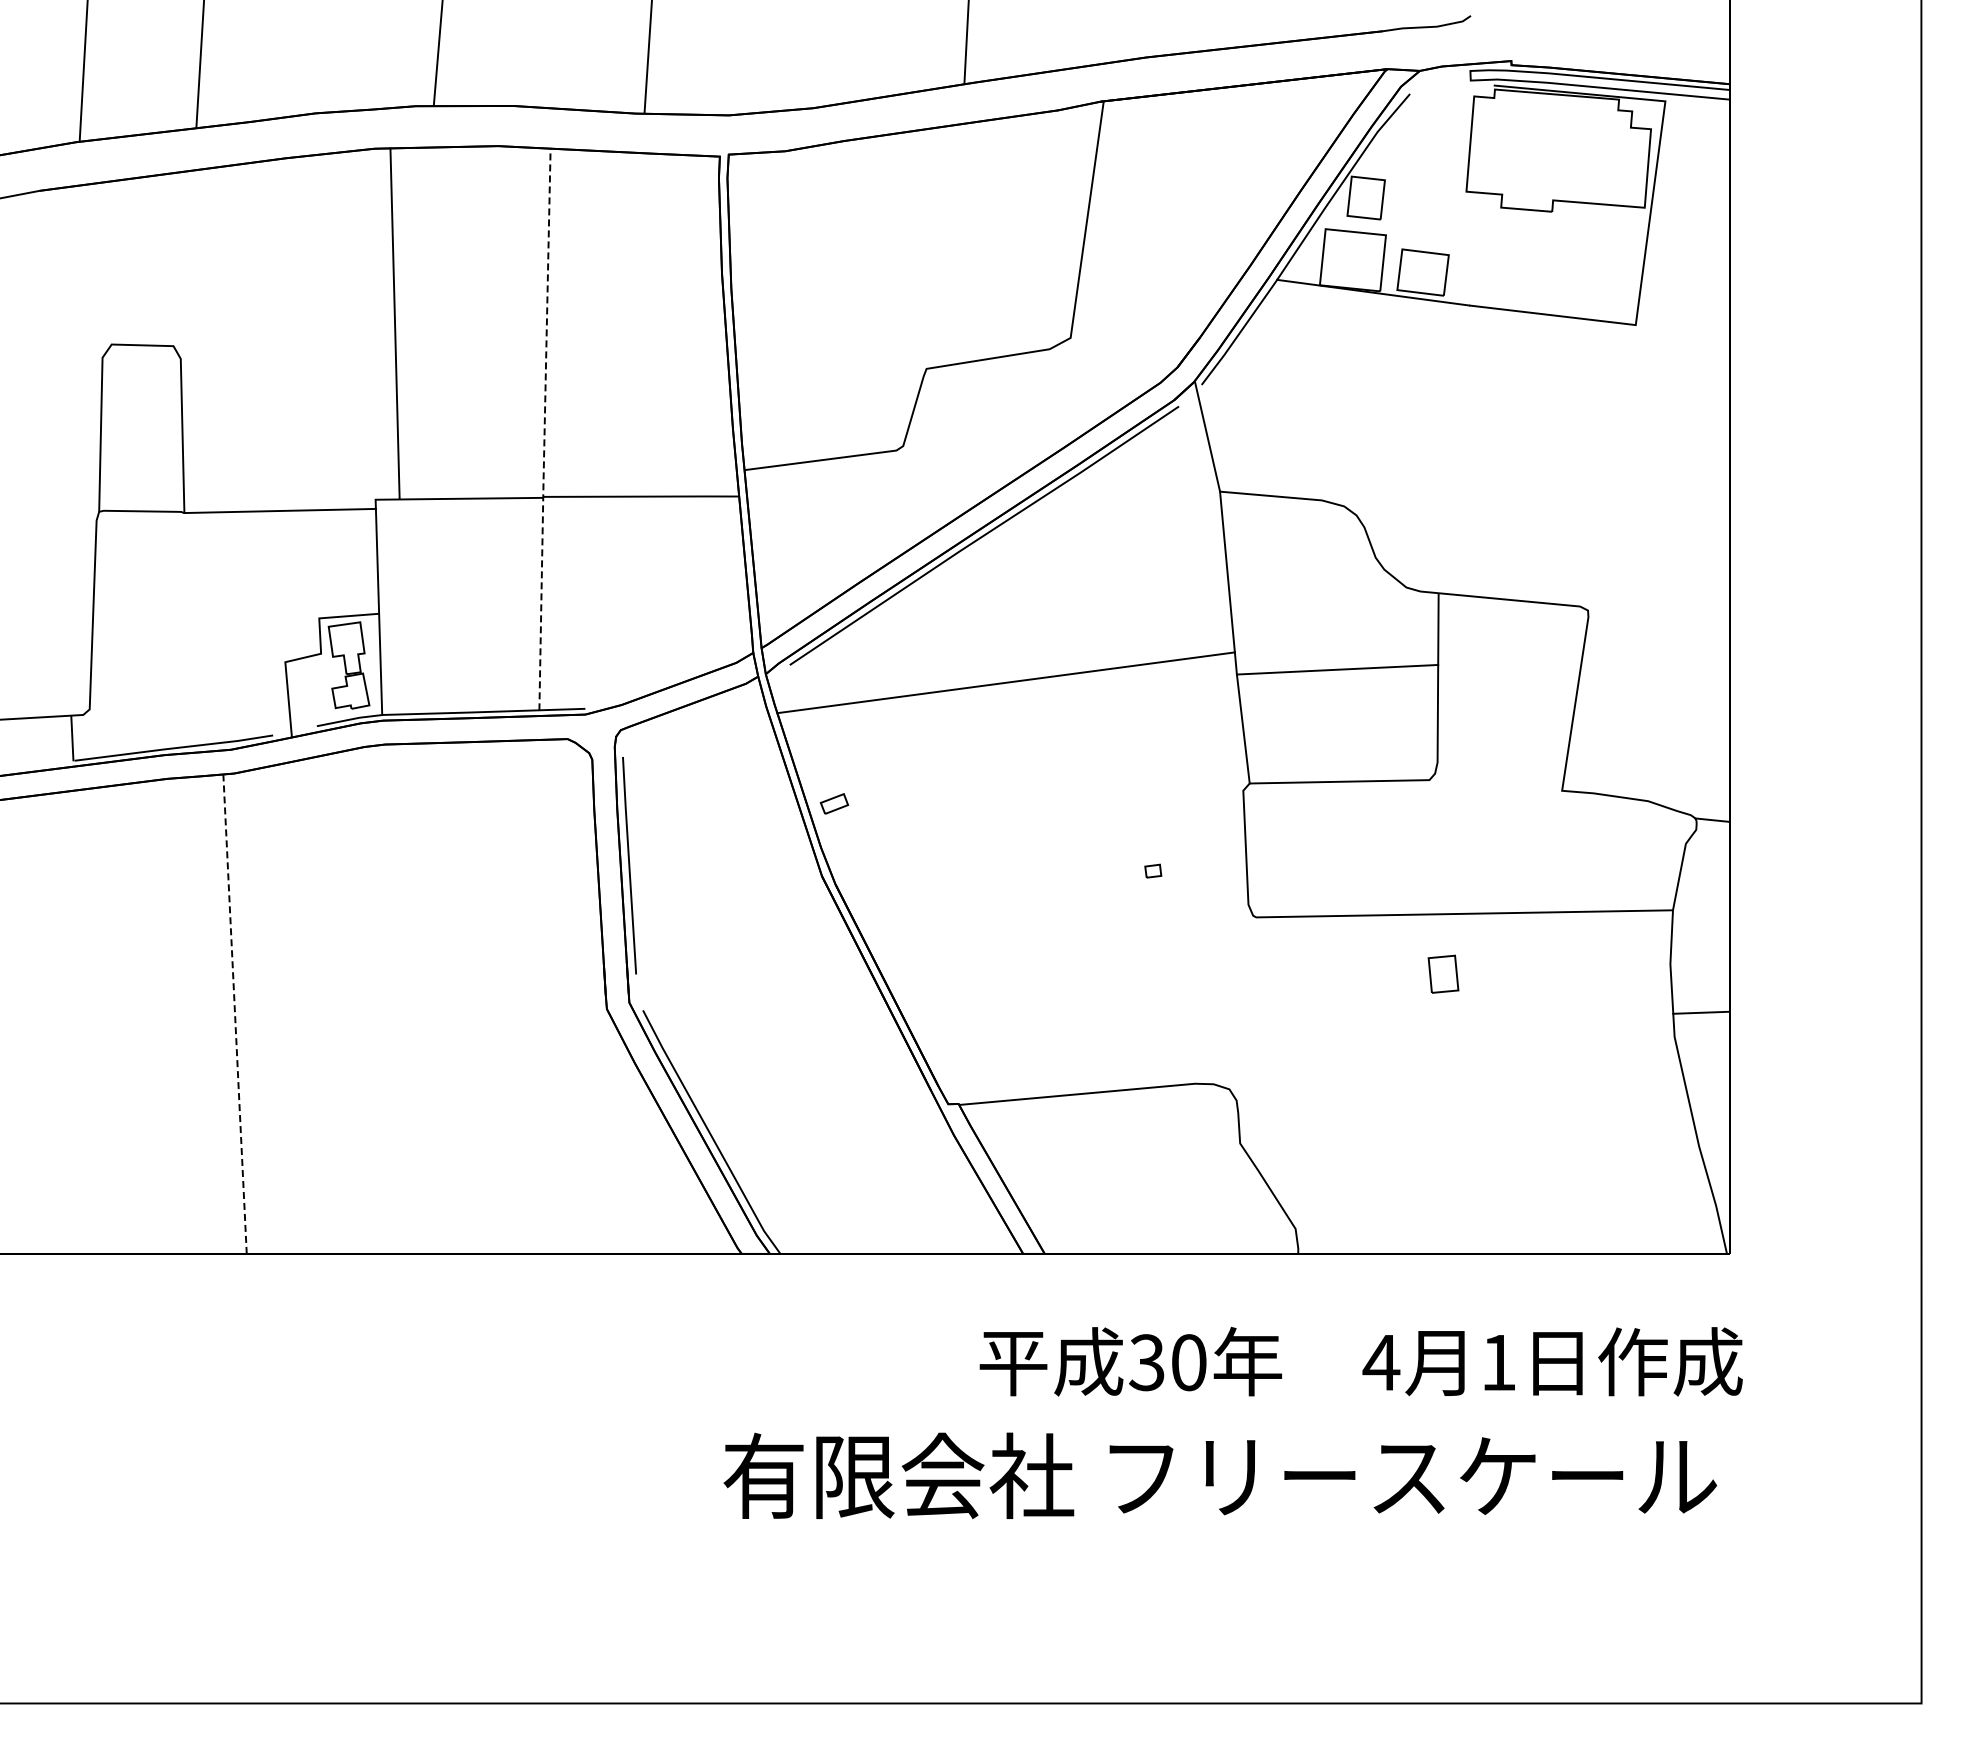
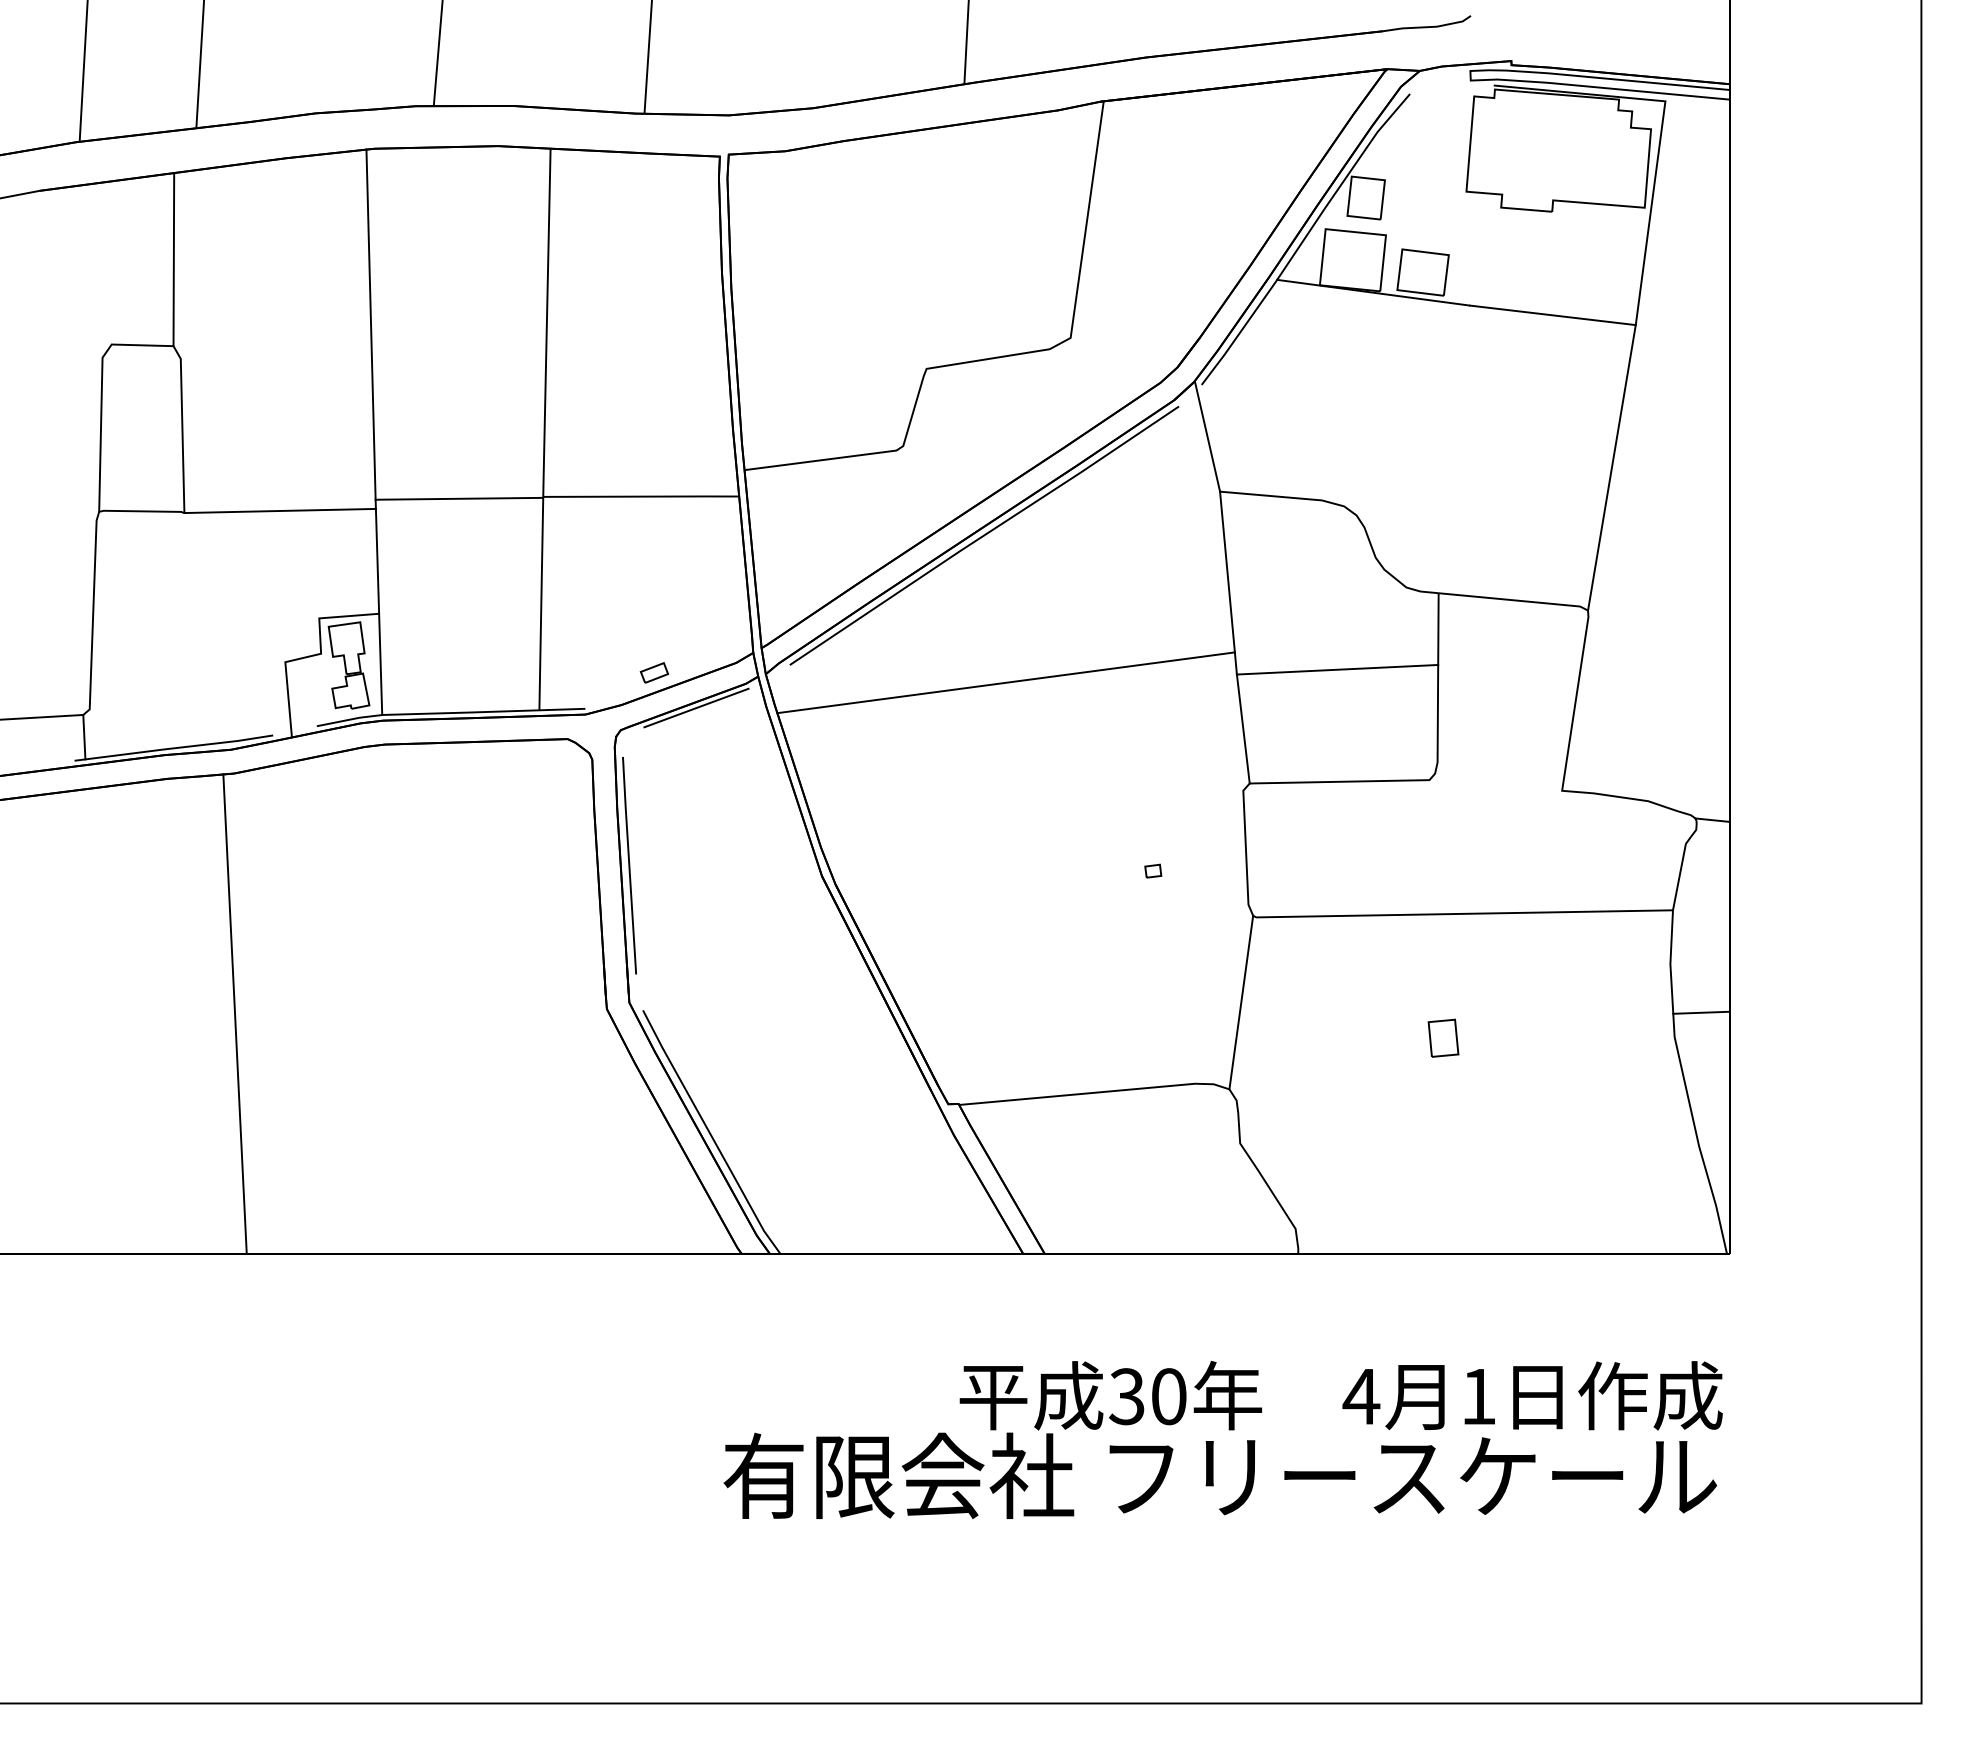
line at (173, 259): none -> present
line at (394, 323) position: (394, 323) -> (370, 324)
line at (544, 430): dashed -> solid
line at (1611, 467): none -> present
line at (696, 707): none -> present
line at (72, 737) position: (72, 737) -> (84, 736)
part at (834, 803) position: (834, 803) -> (654, 672)
part at (1443, 973) position: (1443, 973) -> (1443, 1037)
line at (1241, 1002): none -> present
line at (235, 1013): dashed -> solid
text at (1360, 1361) position: (1360, 1361) -> (1340, 1395)
